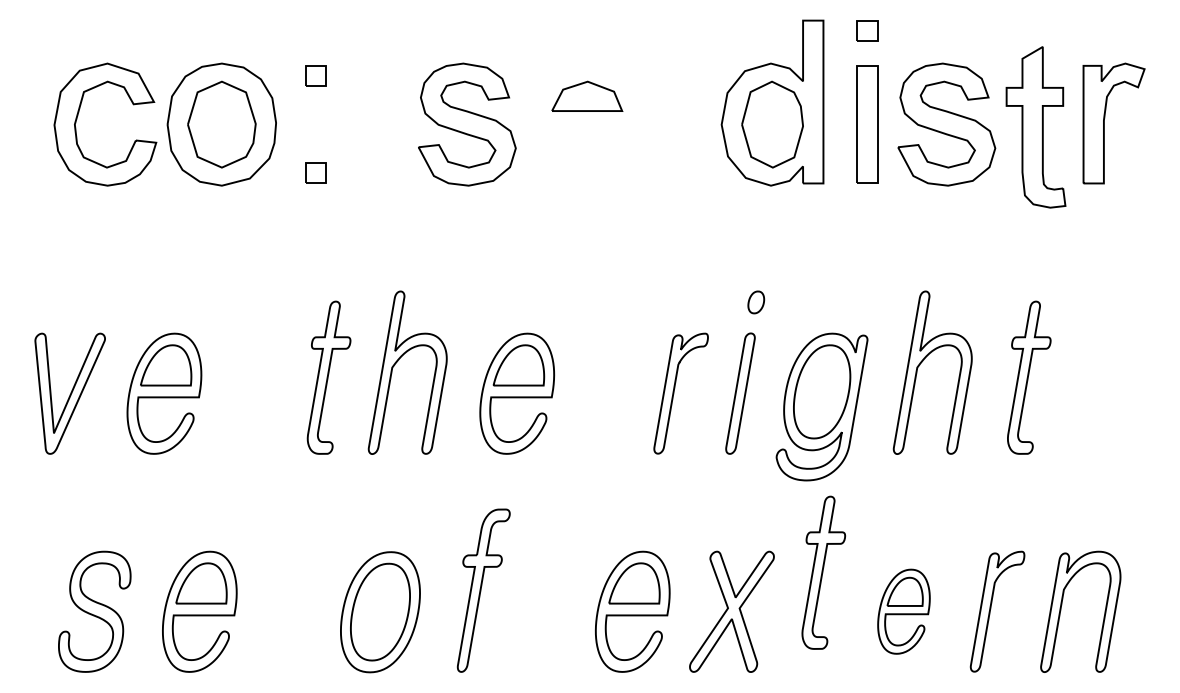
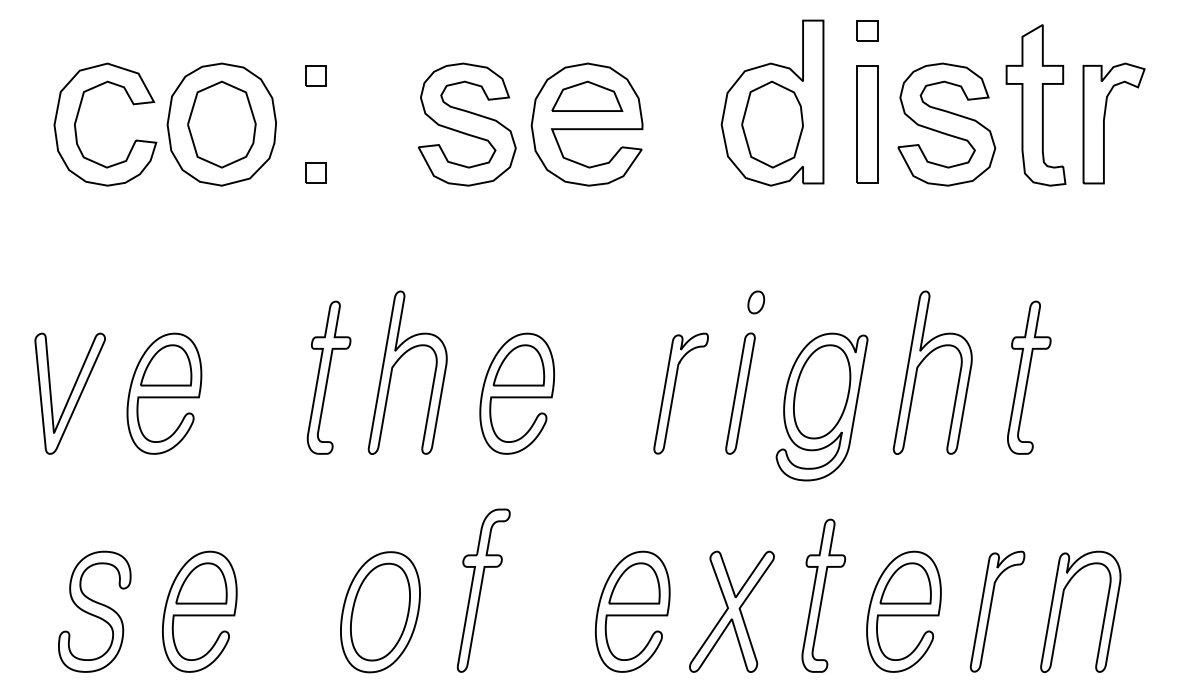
part at (586, 124): none -> present
part at (1035, 127) position: (1035, 127) -> (1035, 105)
part at (823, 572) position: (823, 572) -> (823, 595)
part at (903, 611) size: 54x87 px -> 76x123 px
